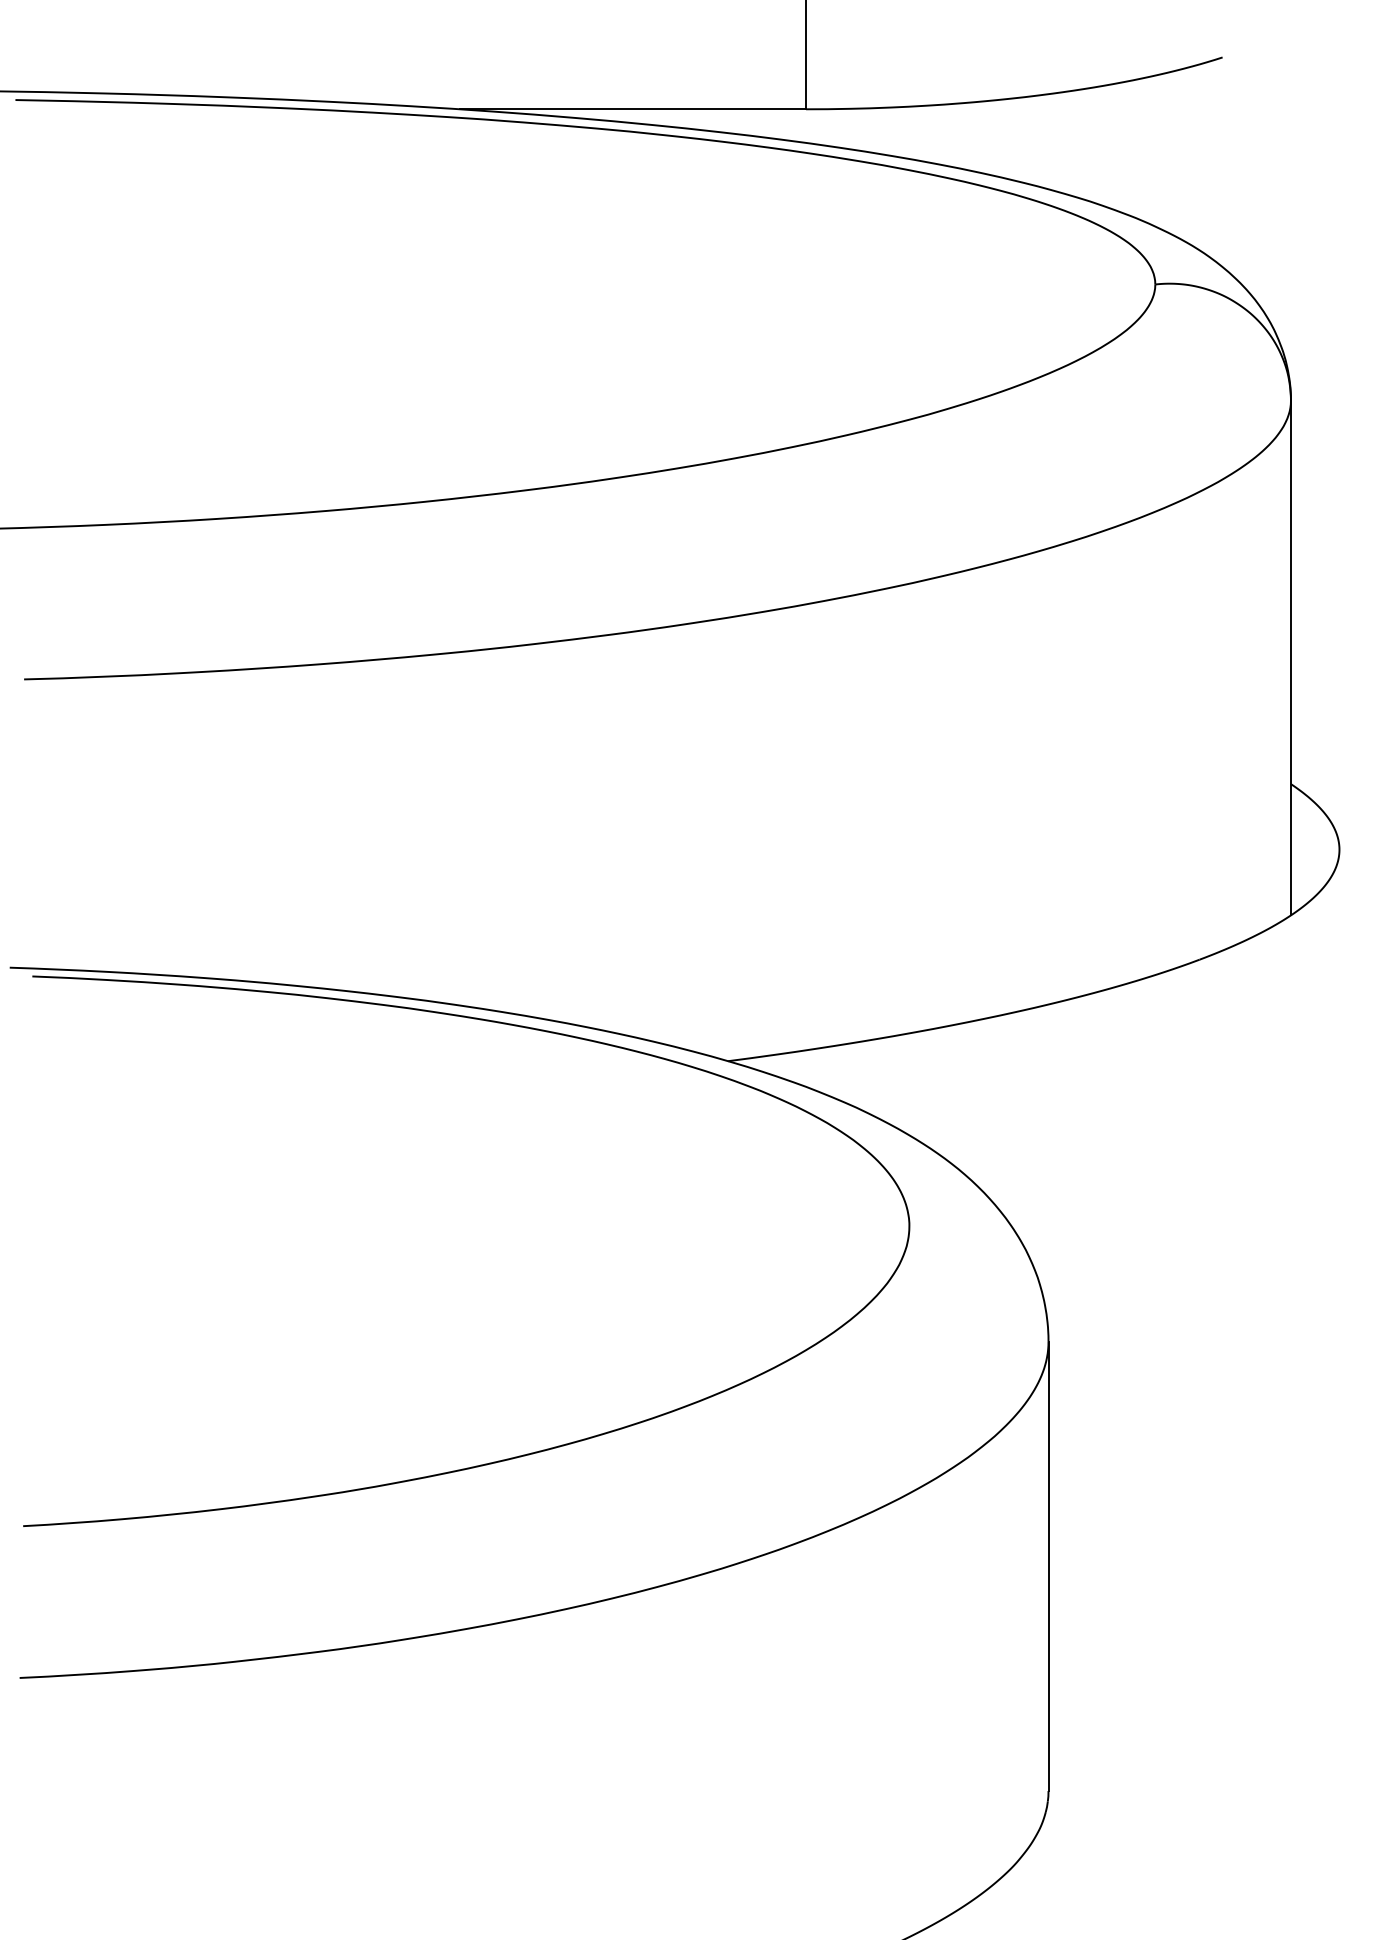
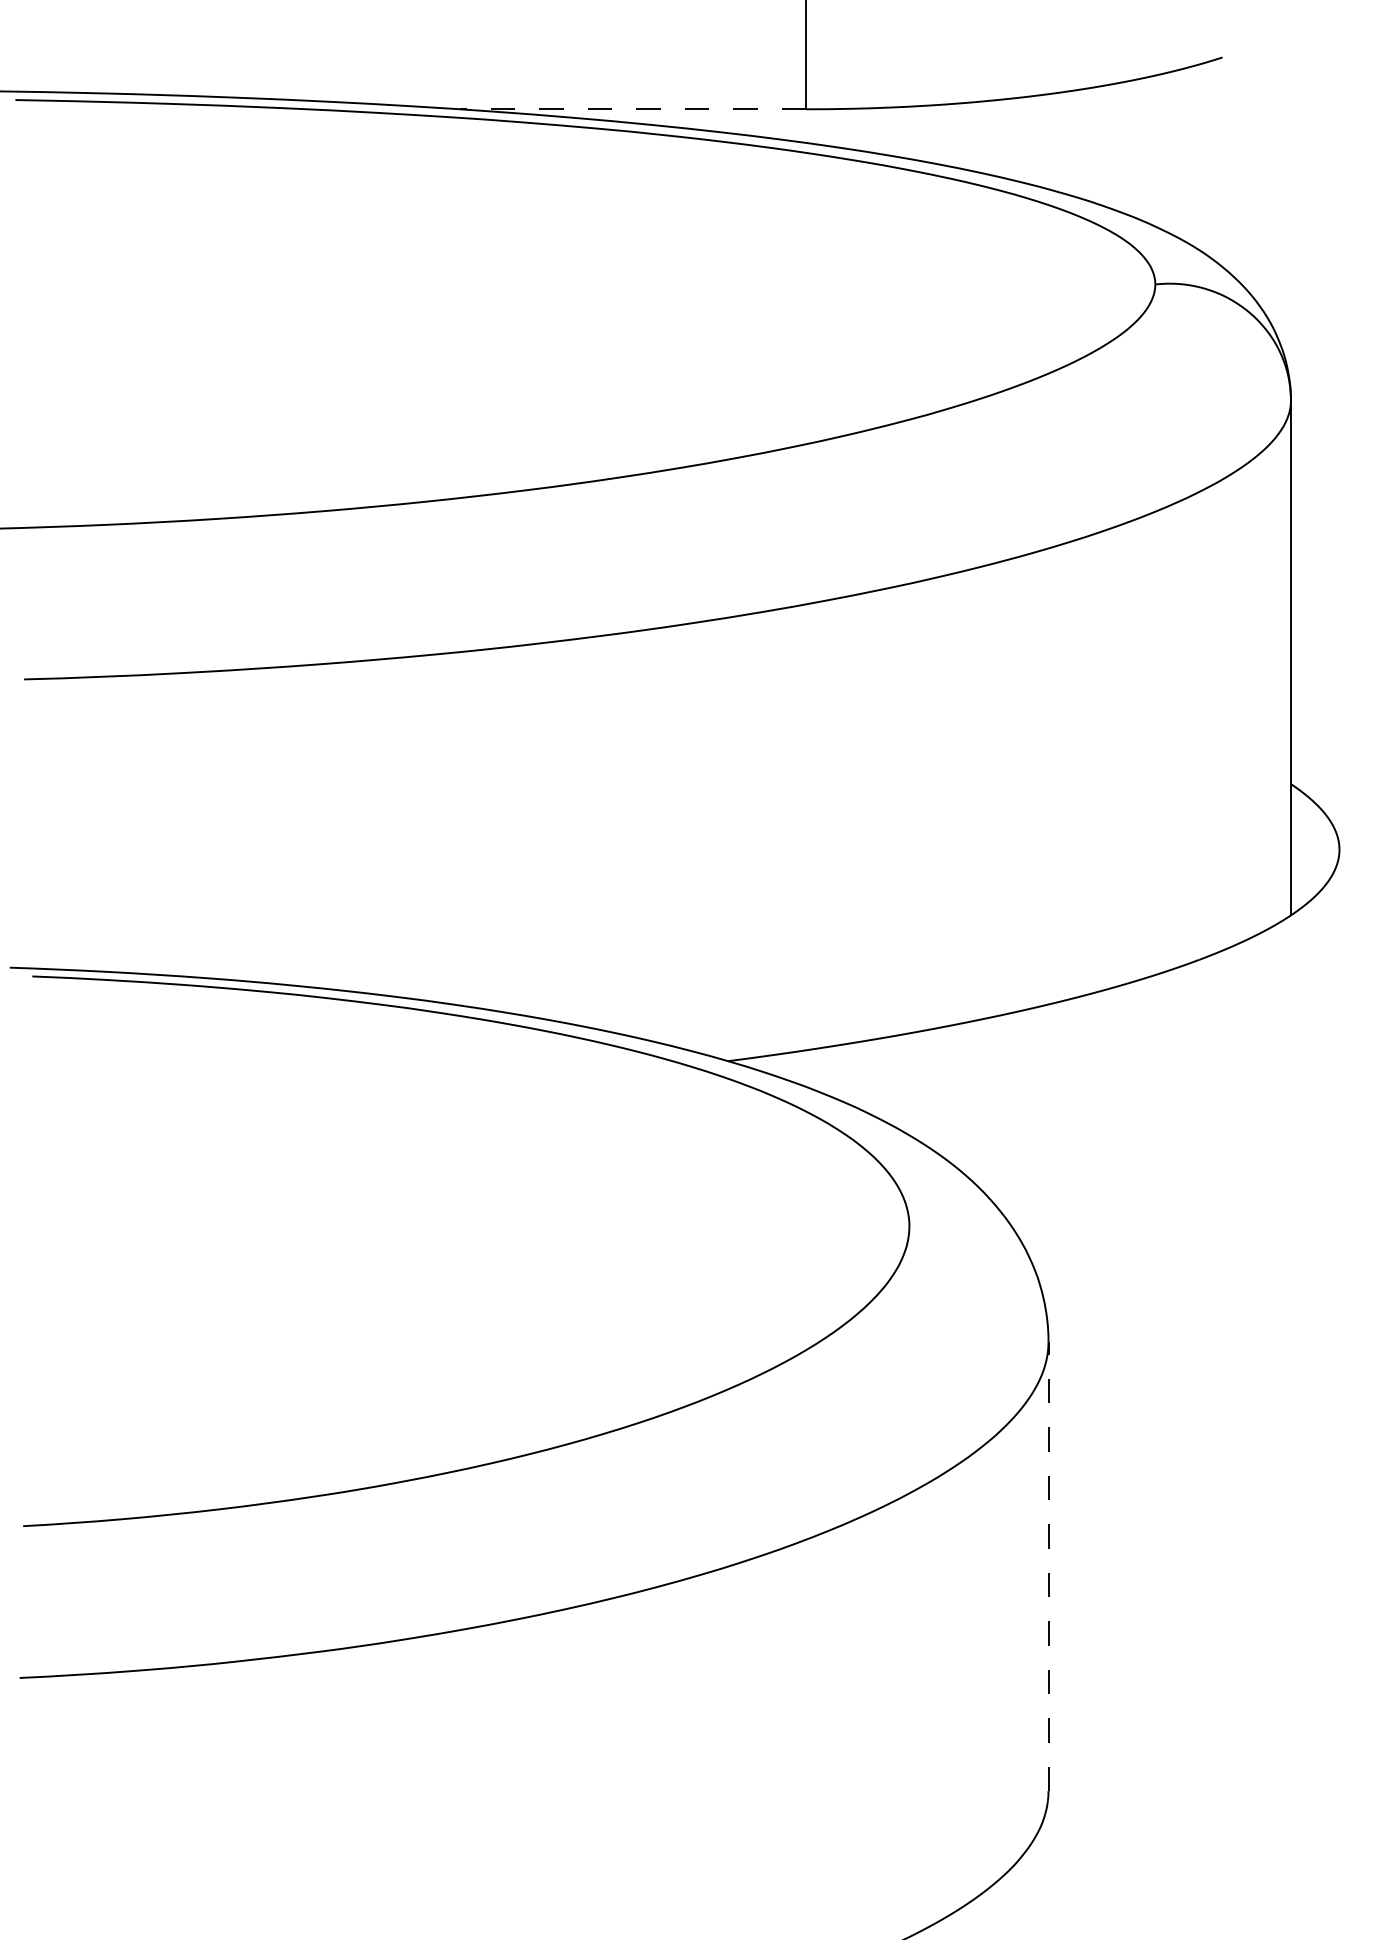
line at (632, 109): solid -> dashed
line at (1048, 1566): solid -> dashed
